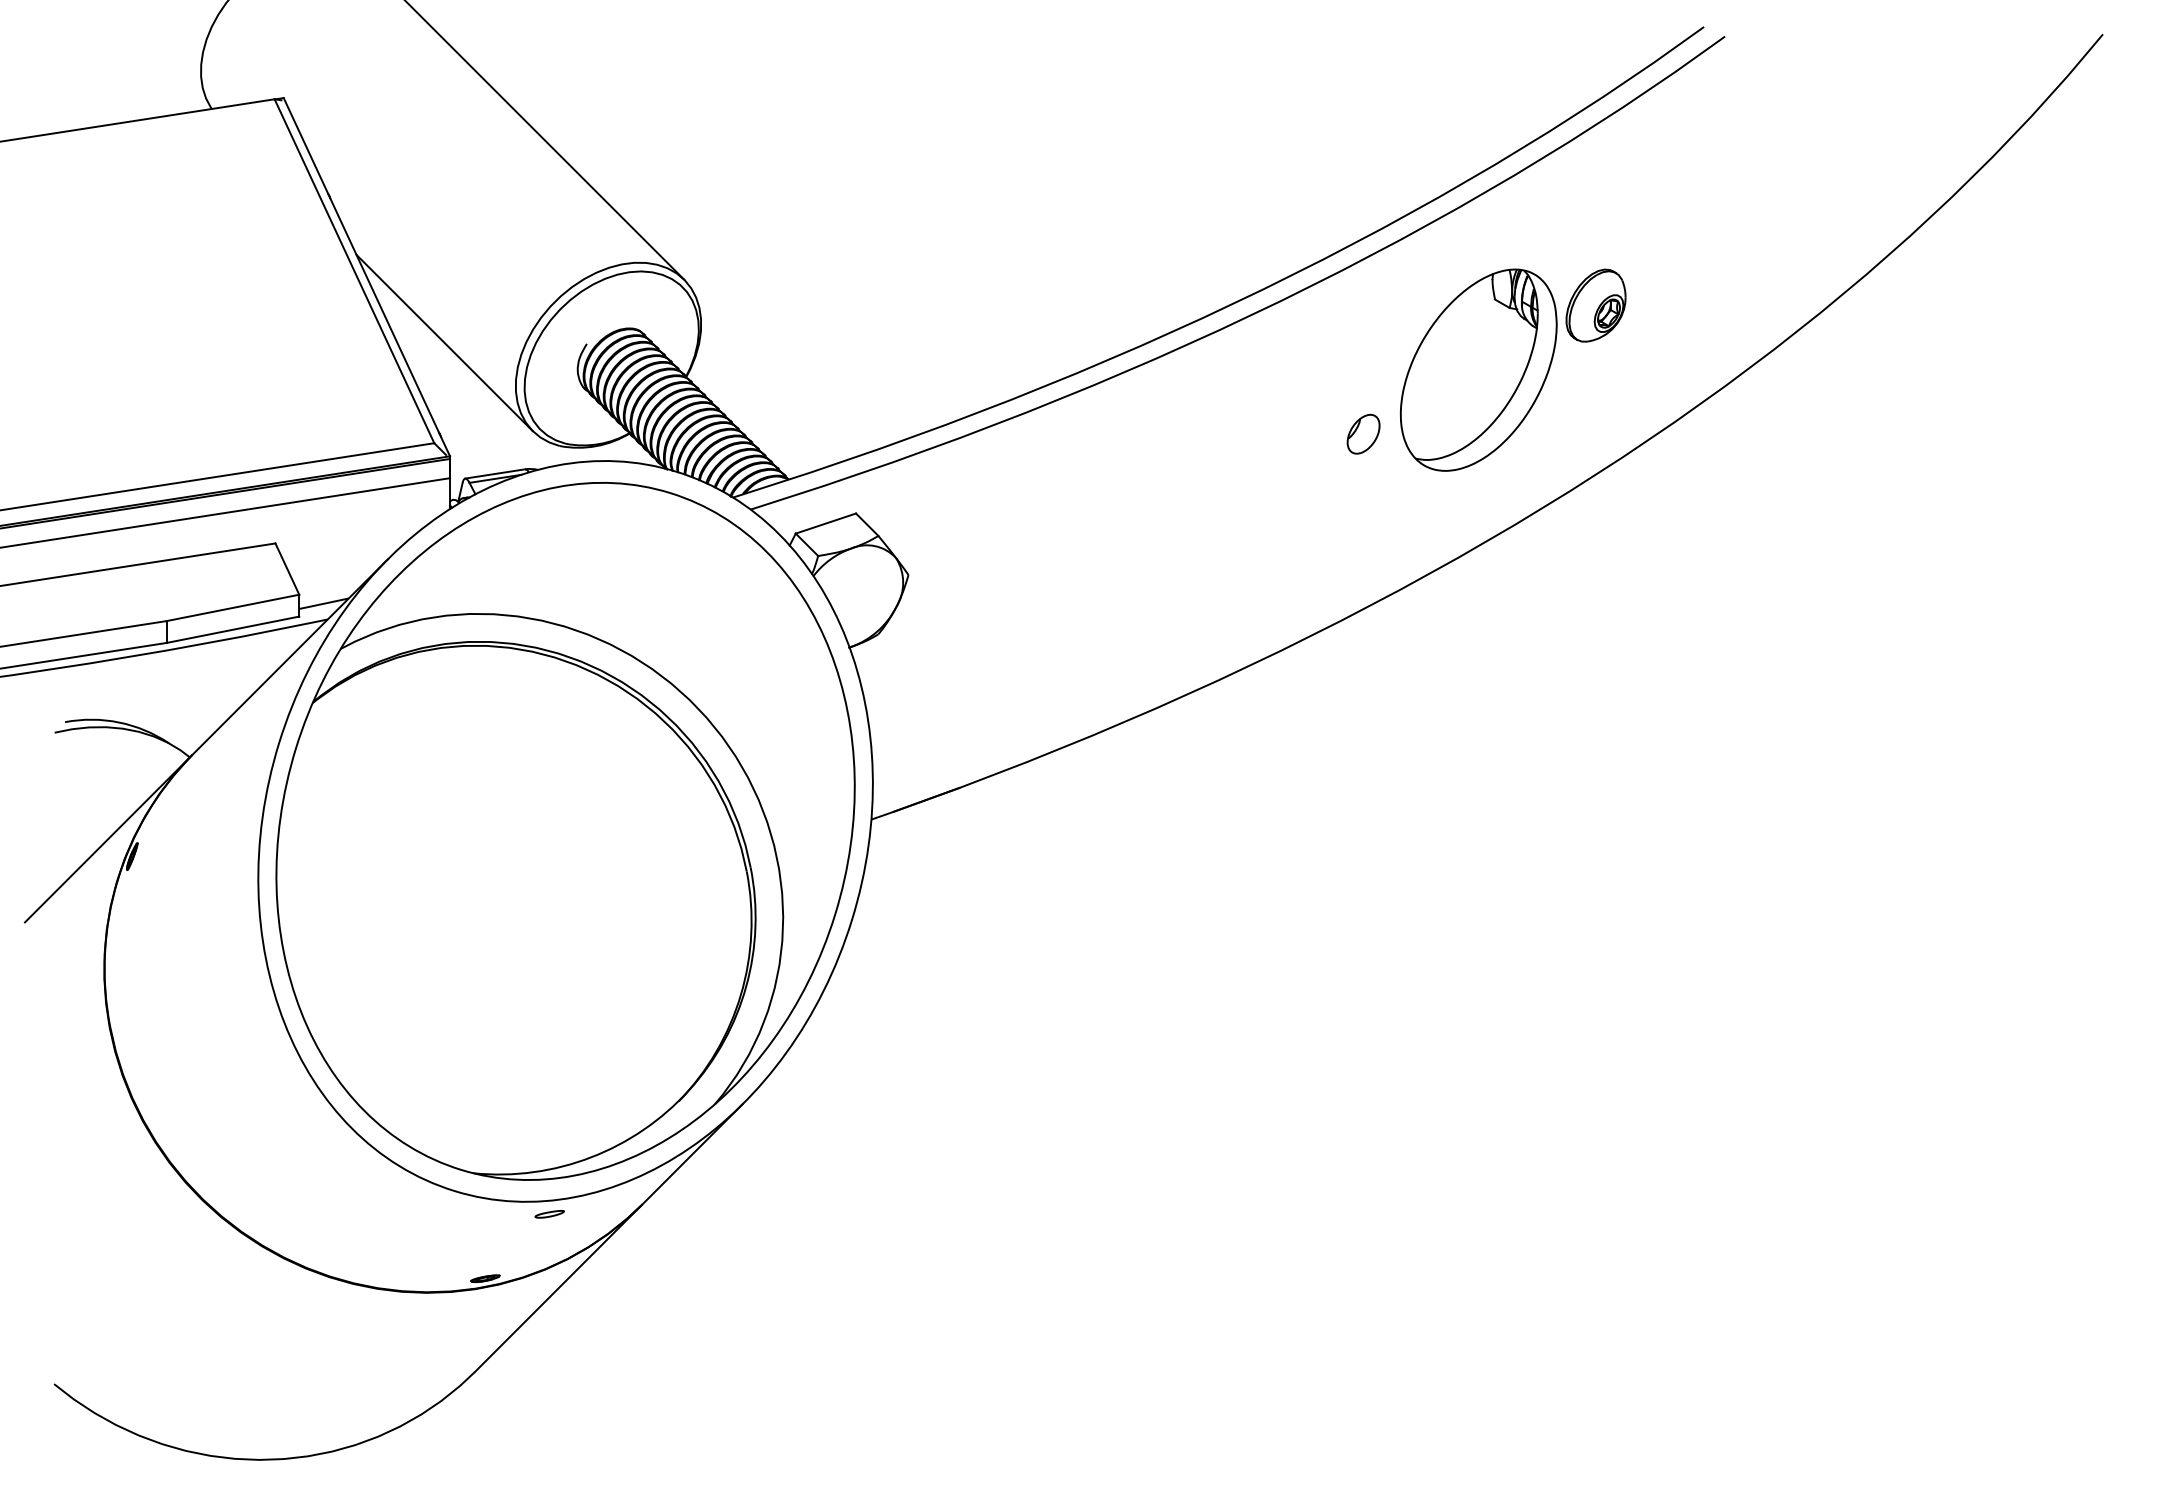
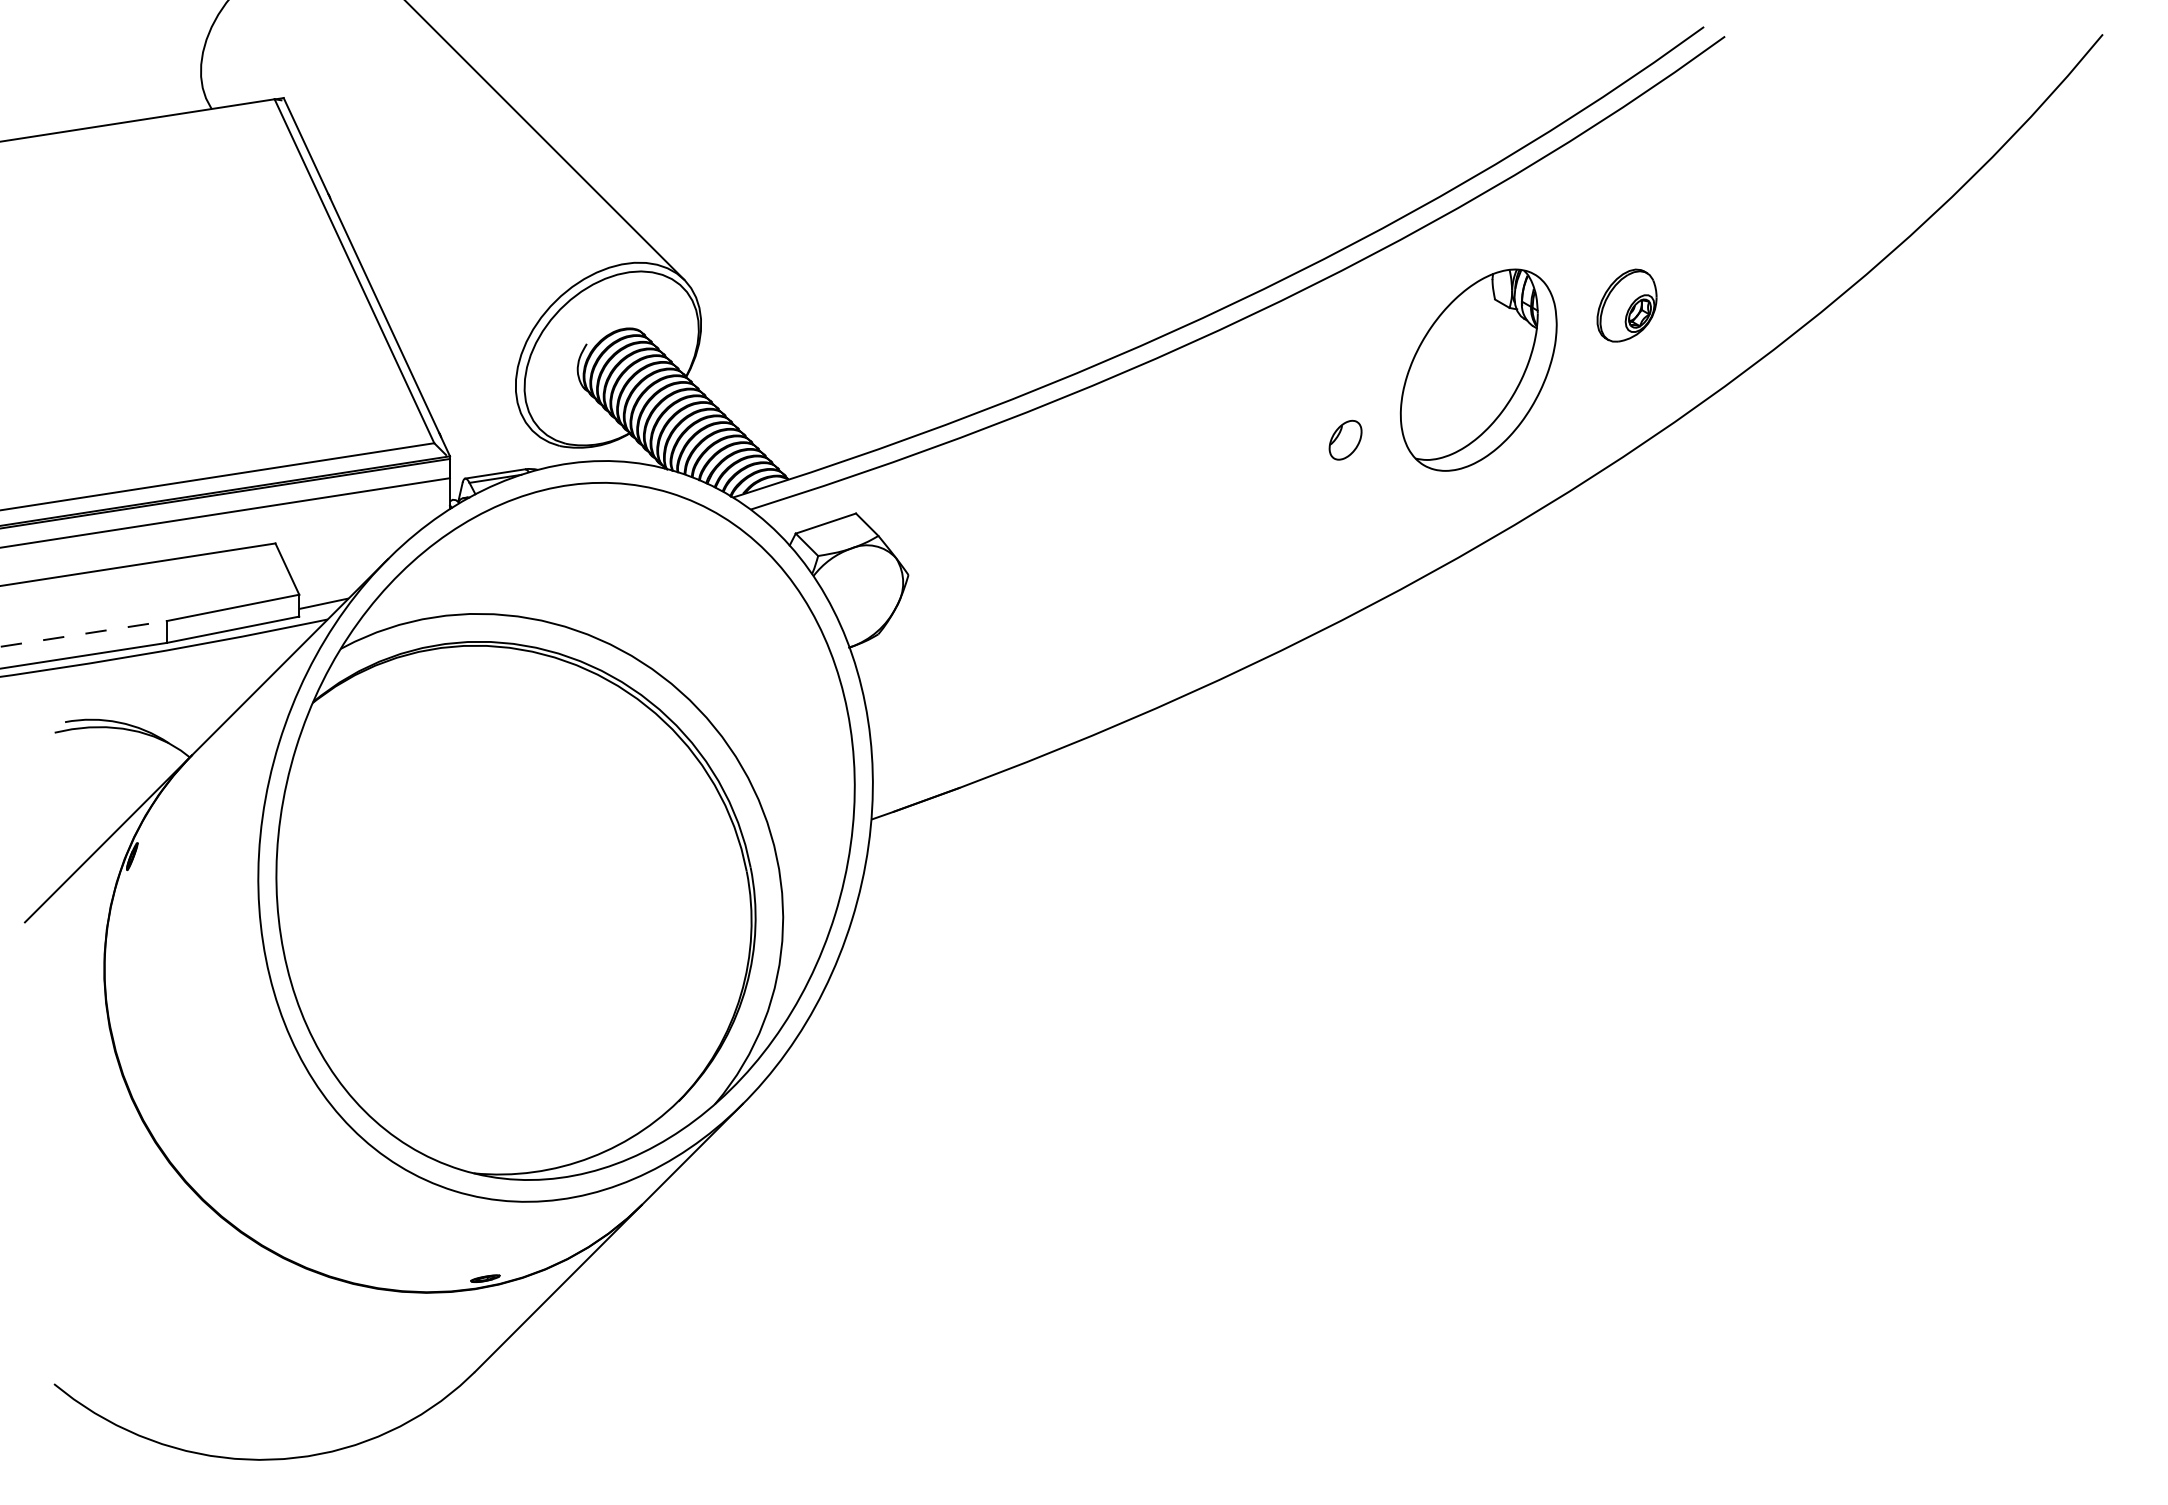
part at (1595, 305) position: (1595, 305) -> (1626, 305)
line at (444, 342): present -> none
part at (1363, 433) position: (1363, 433) -> (1345, 439)
line at (83, 633): solid -> dashed
part at (549, 1214): present -> none
